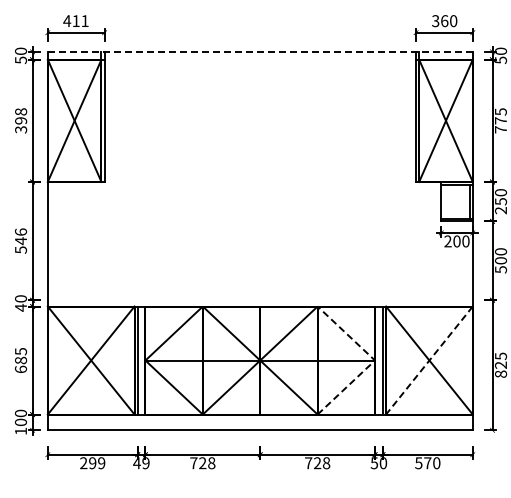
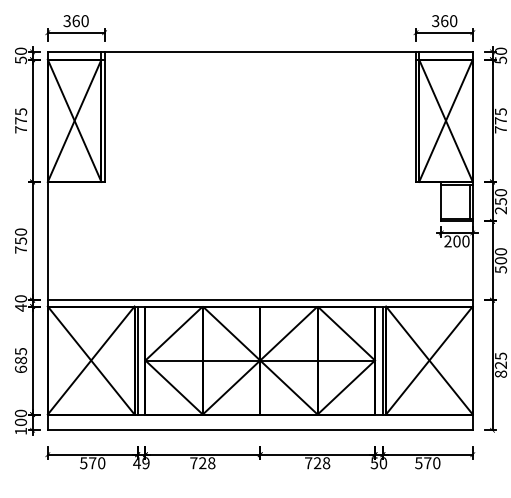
text at (75, 21): 411 -> 360
line at (260, 51): dashed -> solid
text at (21, 120): 398 -> 775
text at (21, 240): 546 -> 750
line at (259, 300): none -> present
line at (375, 360): dashed -> solid
line at (429, 360): dashed -> solid
text at (92, 463): 299 -> 570
